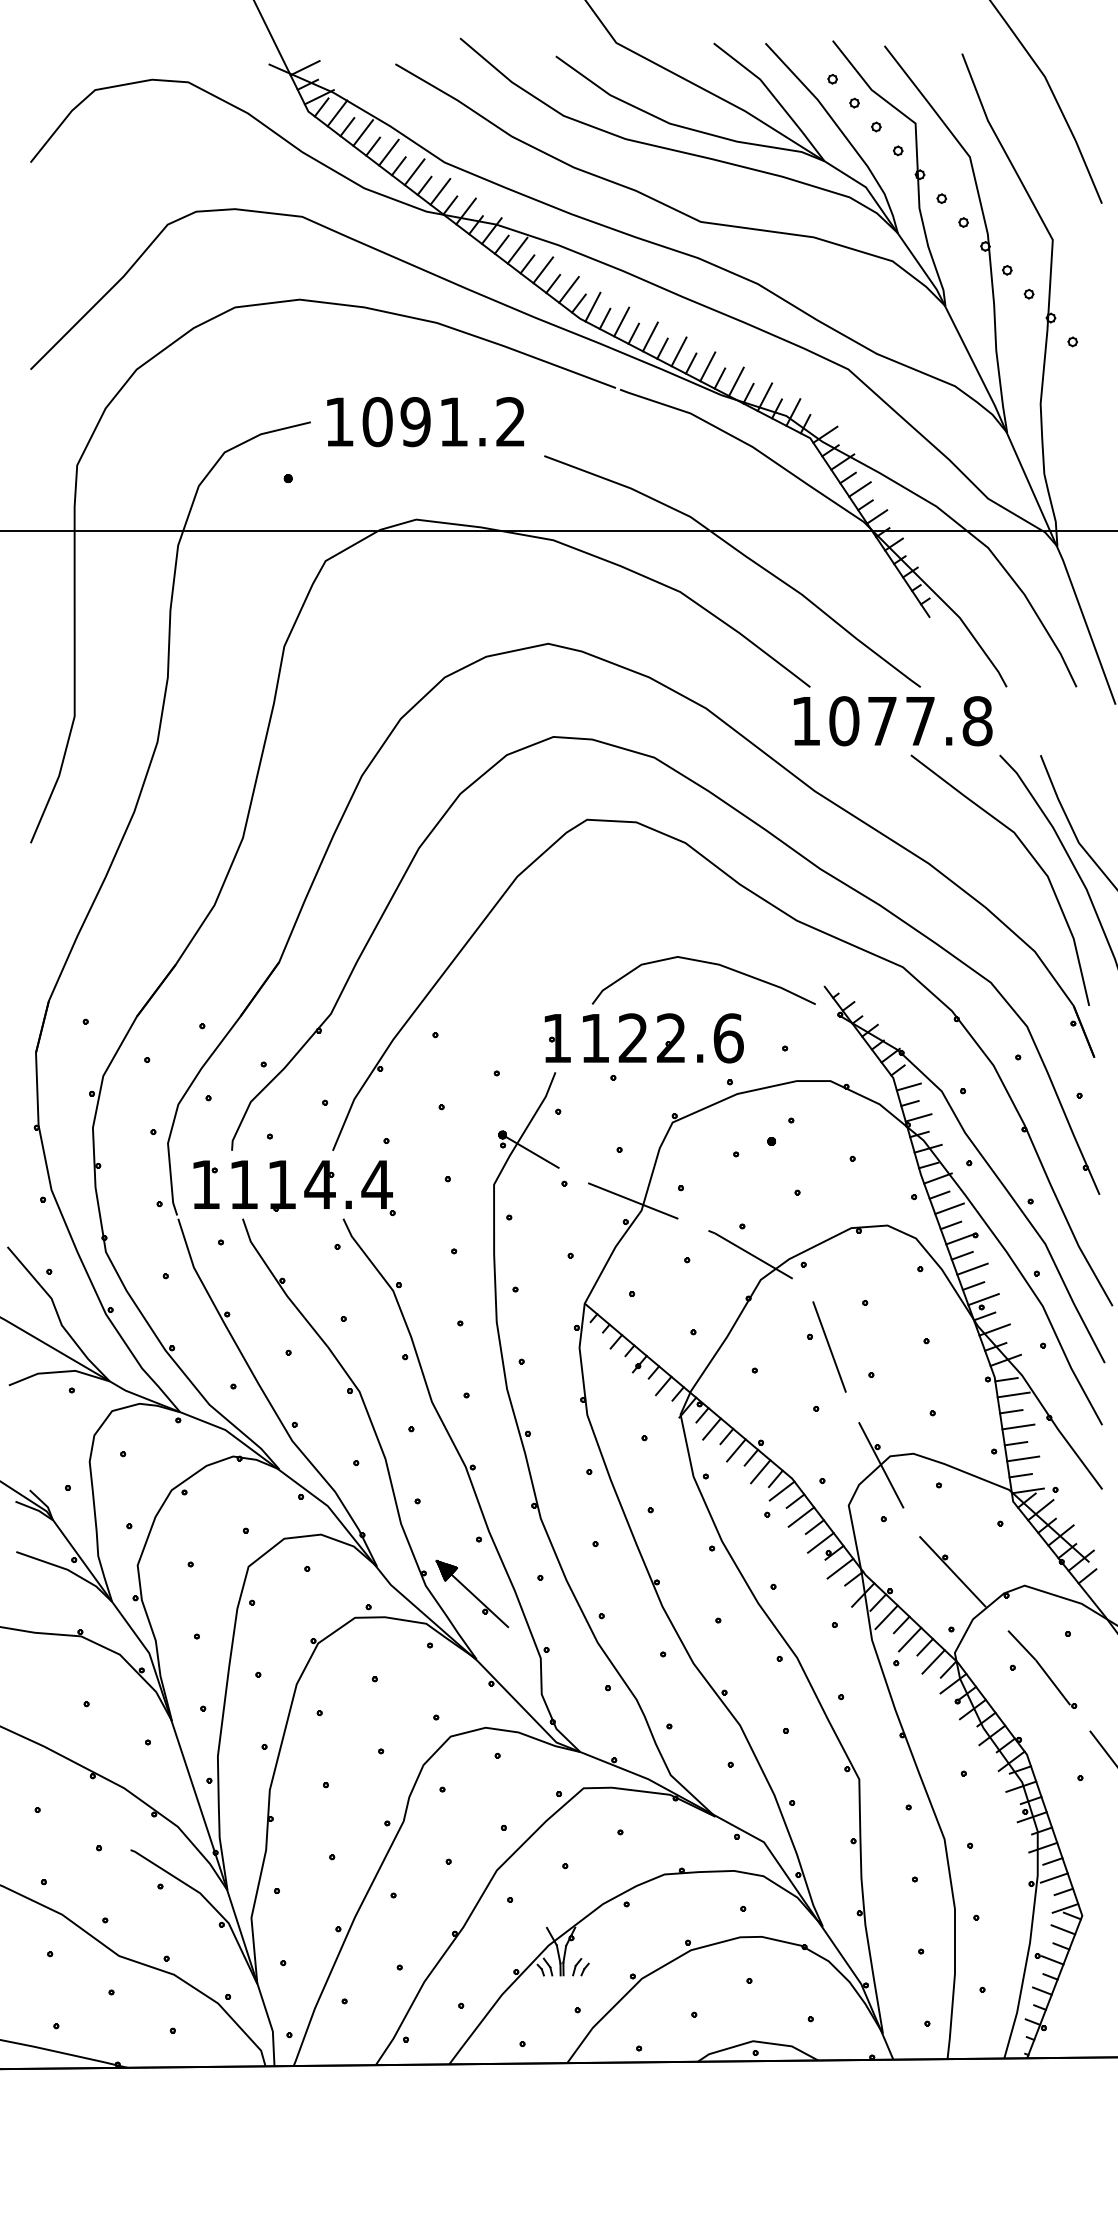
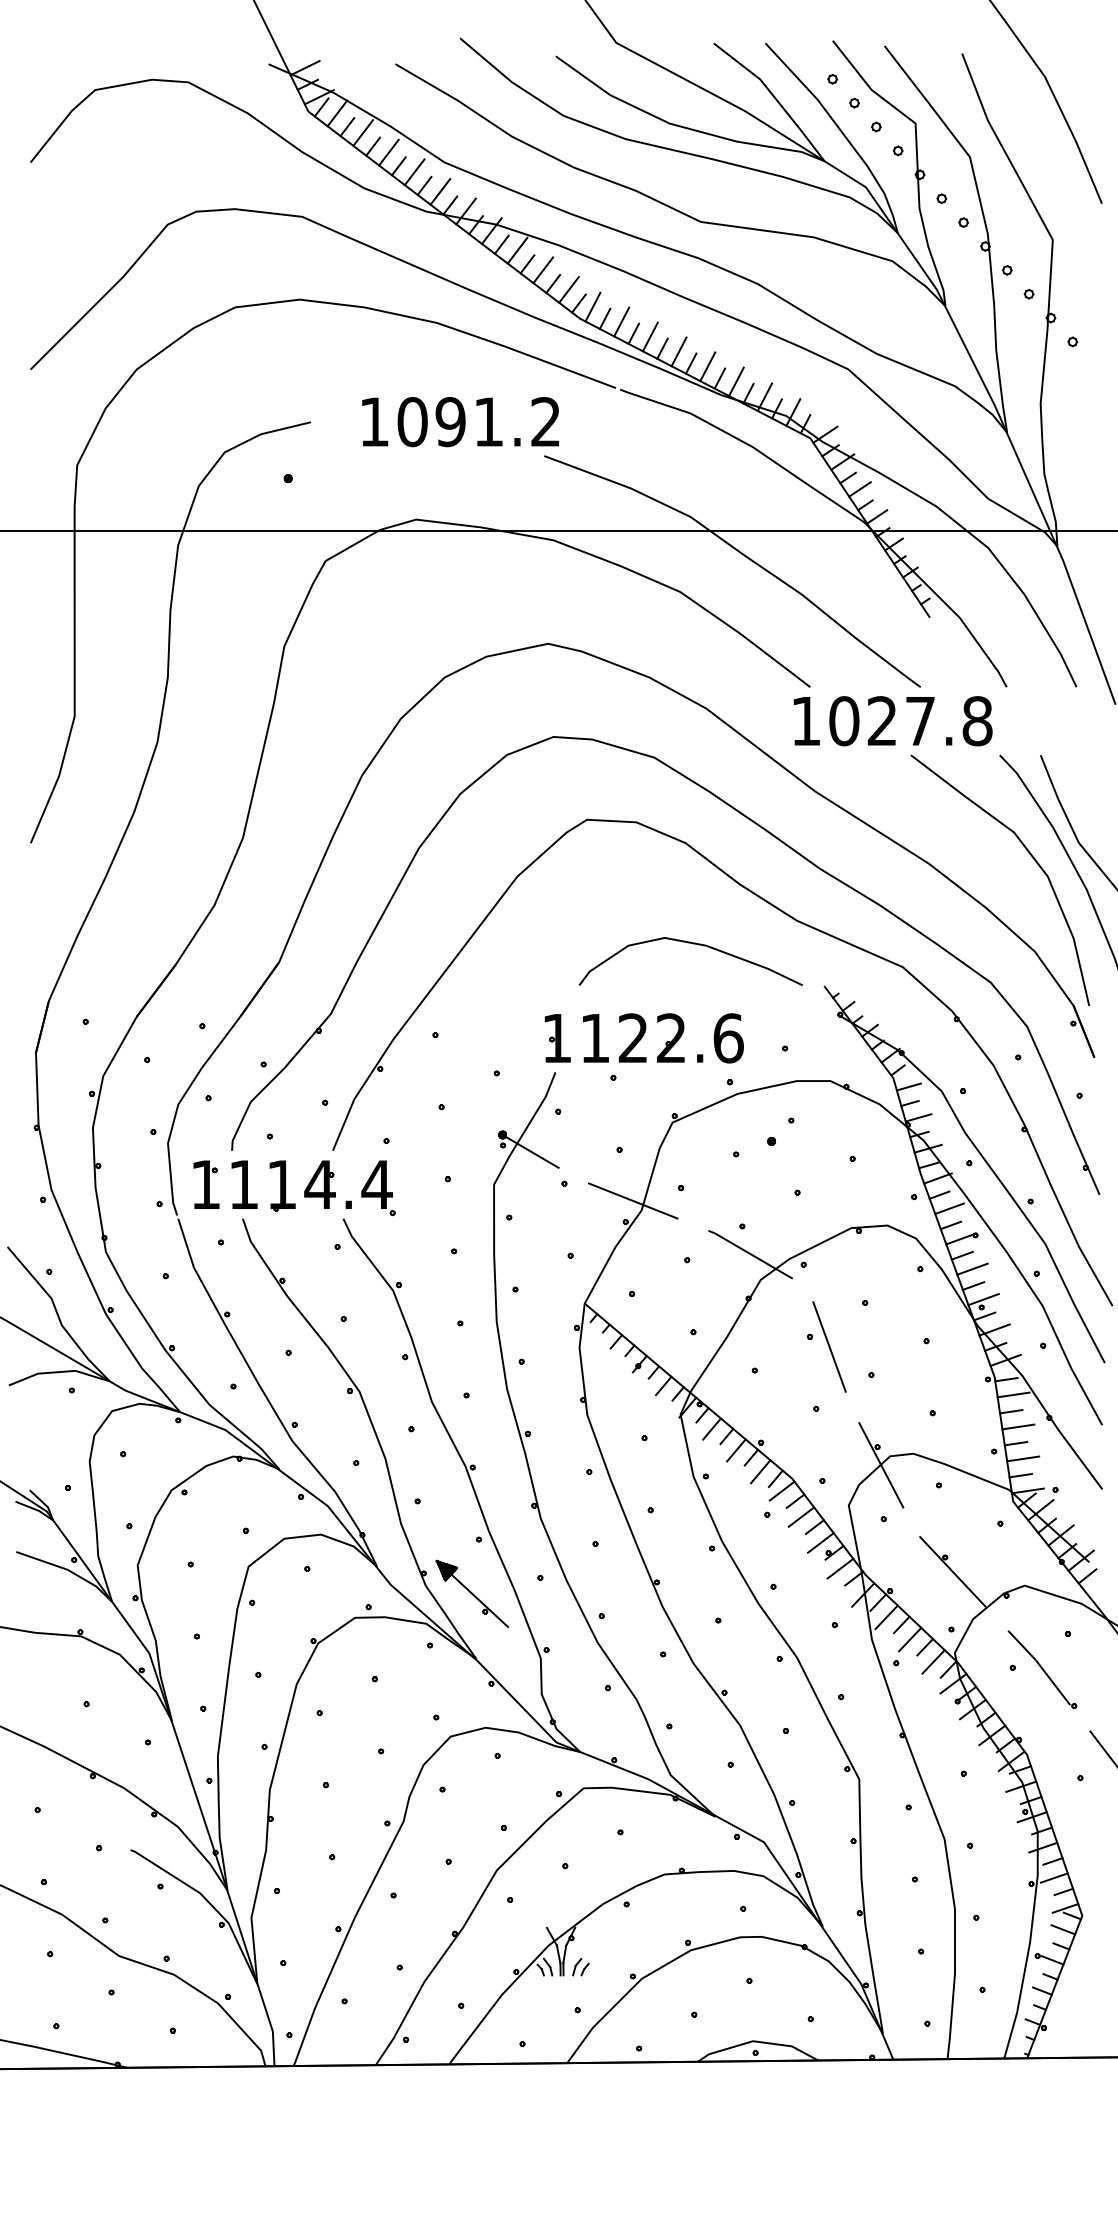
text at (425, 422) position: (425, 422) -> (460, 422)
text at (881, 720): 1077.8 -> 1027.8
curve at (706, 963) position: (706, 963) -> (693, 944)
